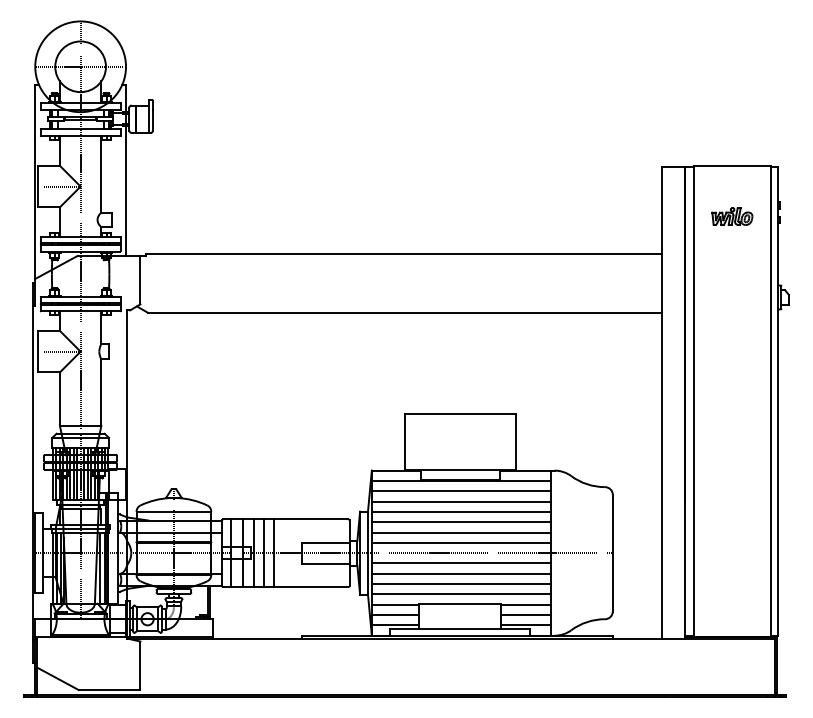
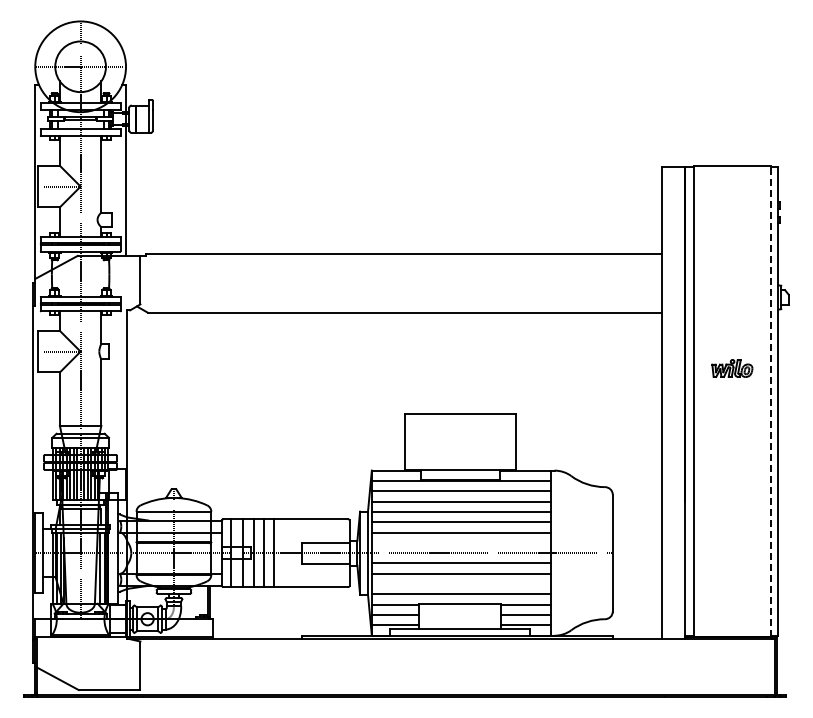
part at (732, 216) position: (732, 216) -> (732, 368)
line at (771, 401): solid -> dashed
line at (460, 542): present -> none
line at (460, 584): present -> none
